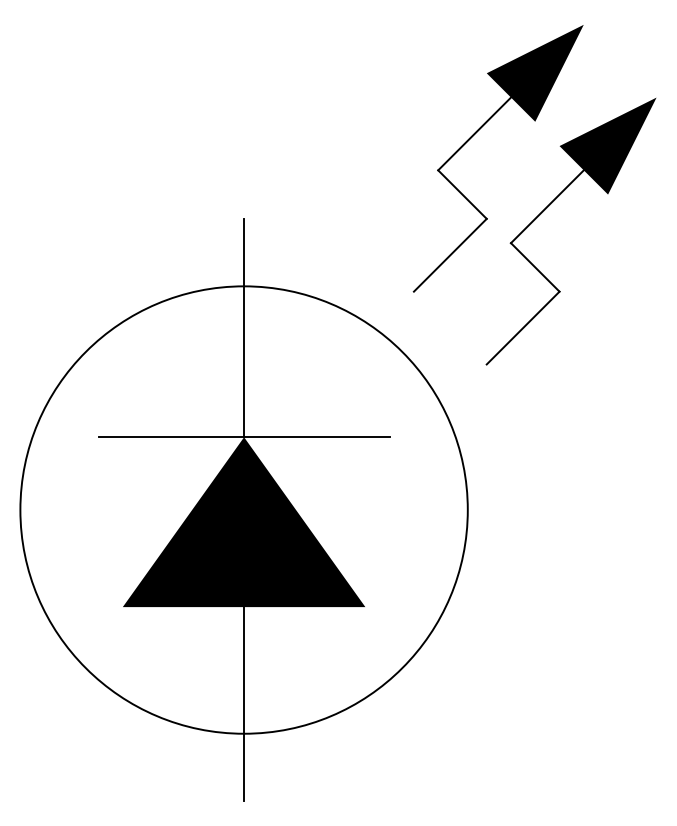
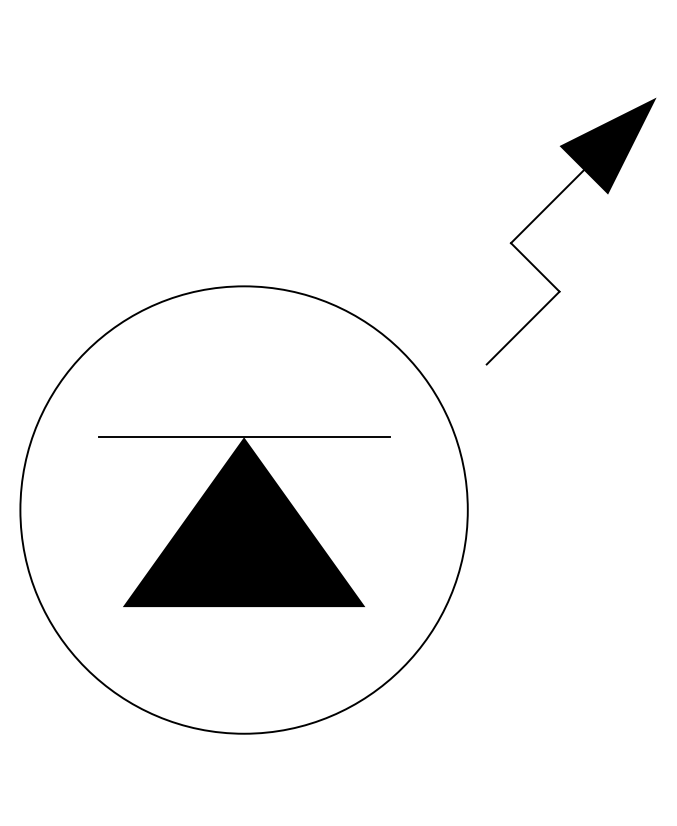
part at (474, 135): present -> none
line at (244, 327): present -> none
line at (244, 704): present -> none
